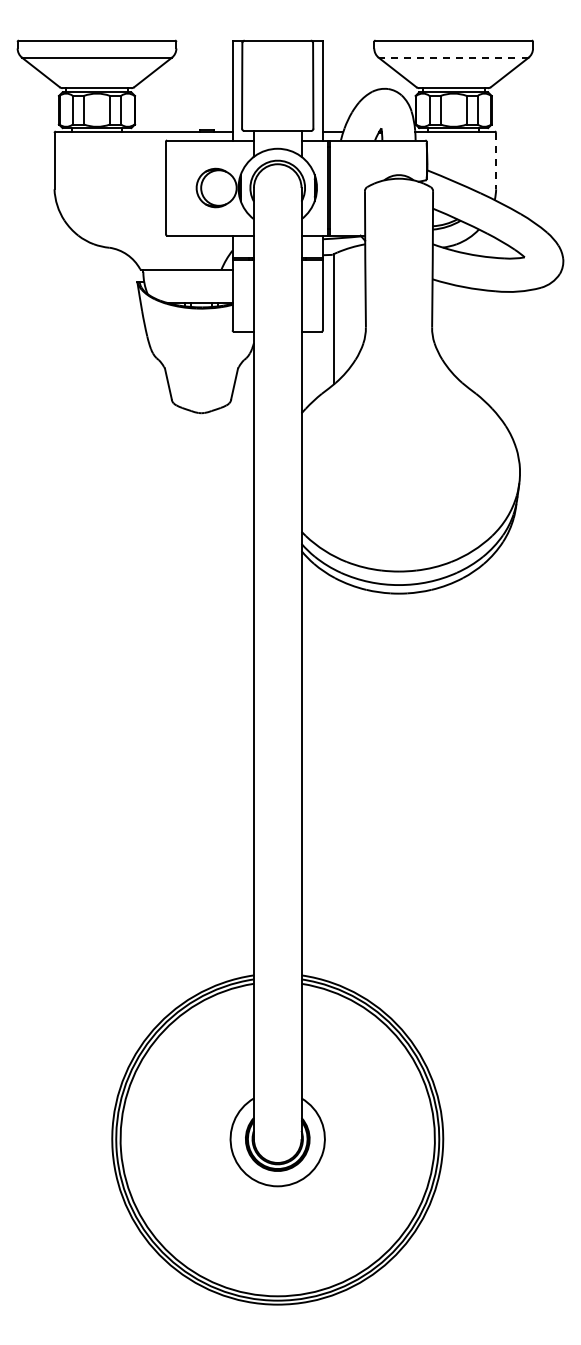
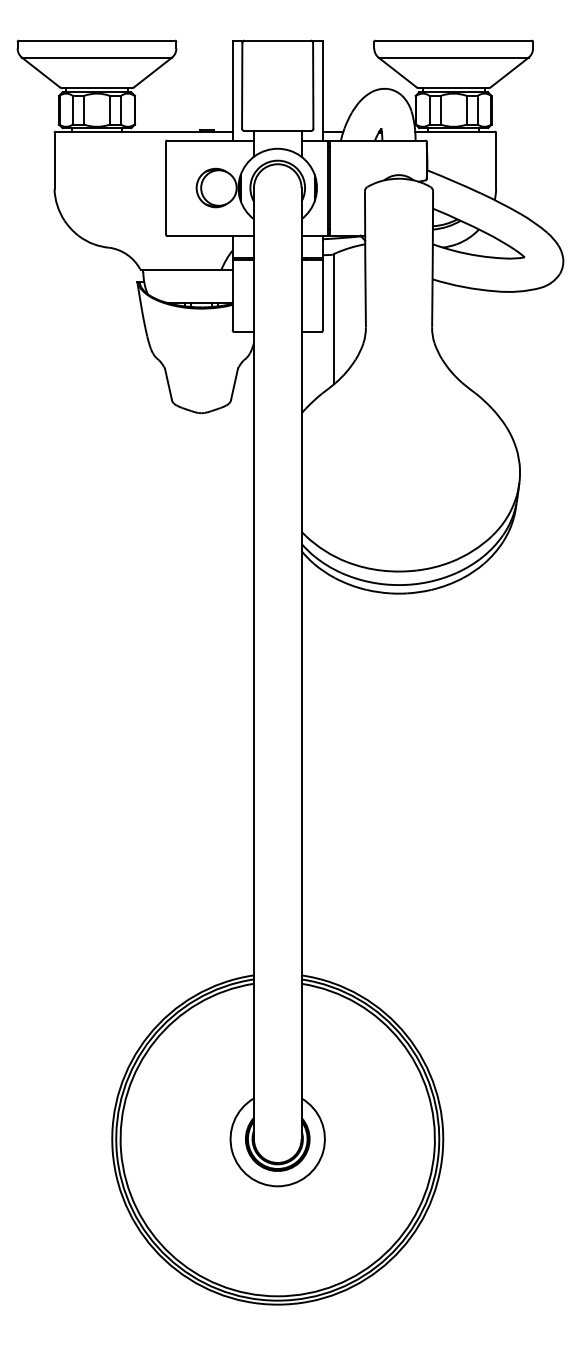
line at (453, 57): dashed -> solid
line at (496, 161): dashed -> solid
